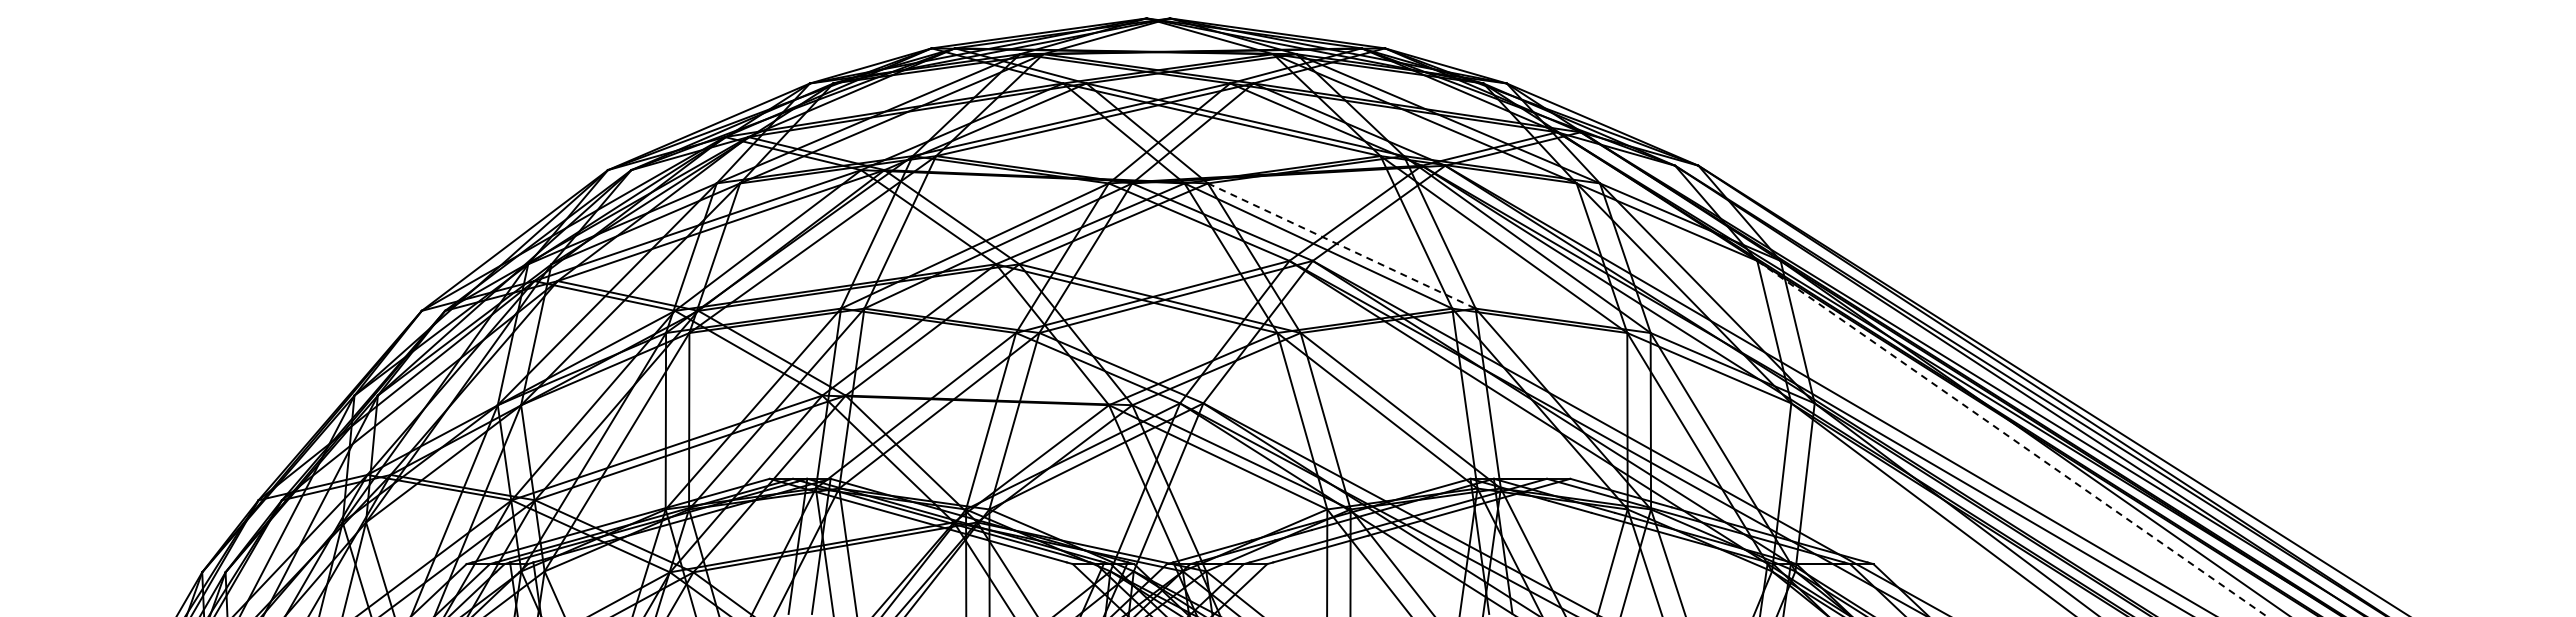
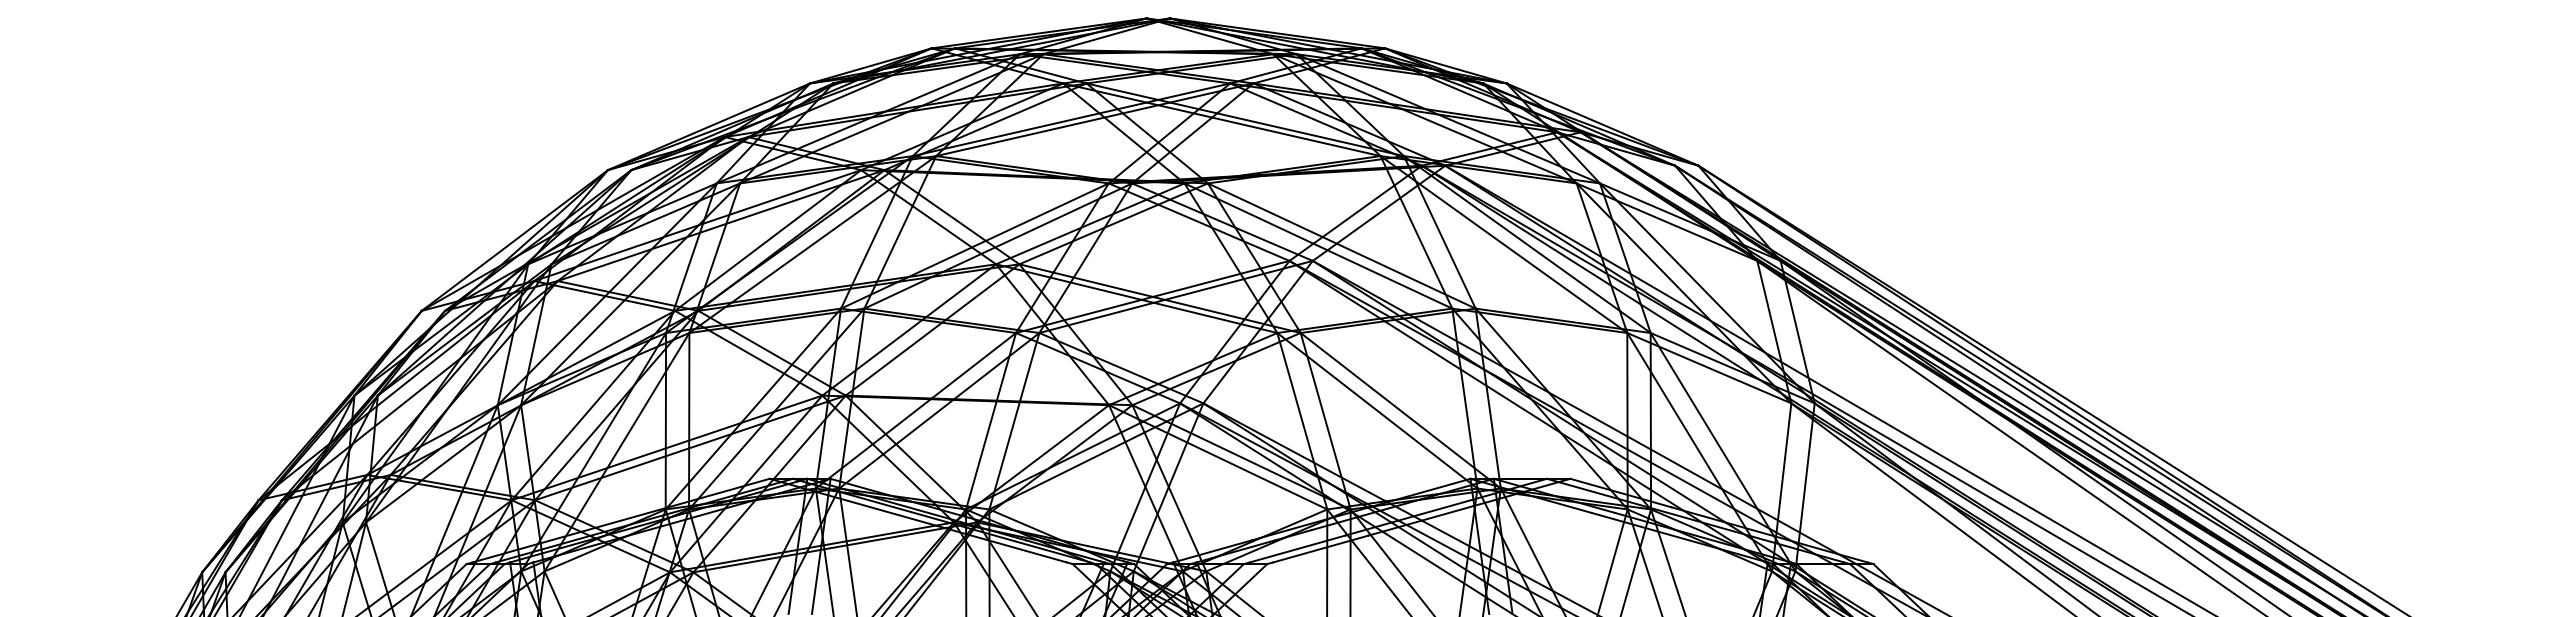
line at (1341, 246): dashed -> solid
line at (2012, 438): dashed -> solid
